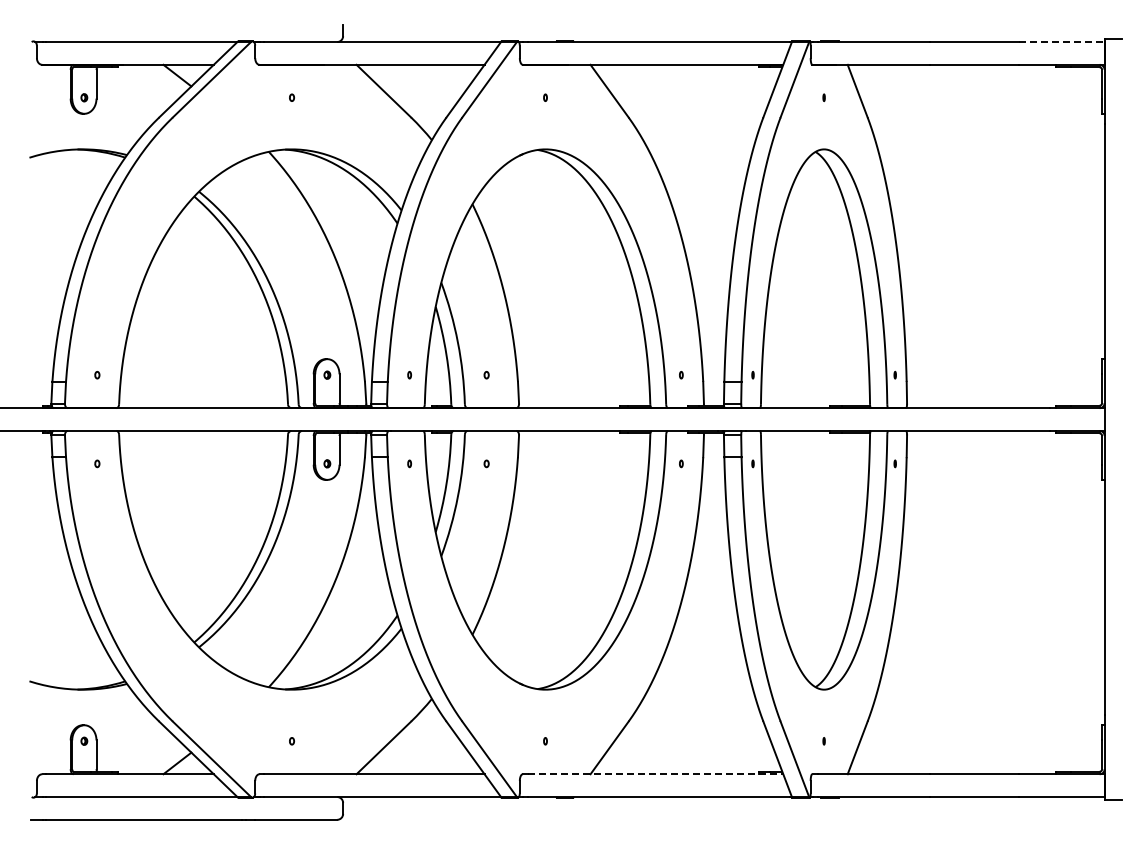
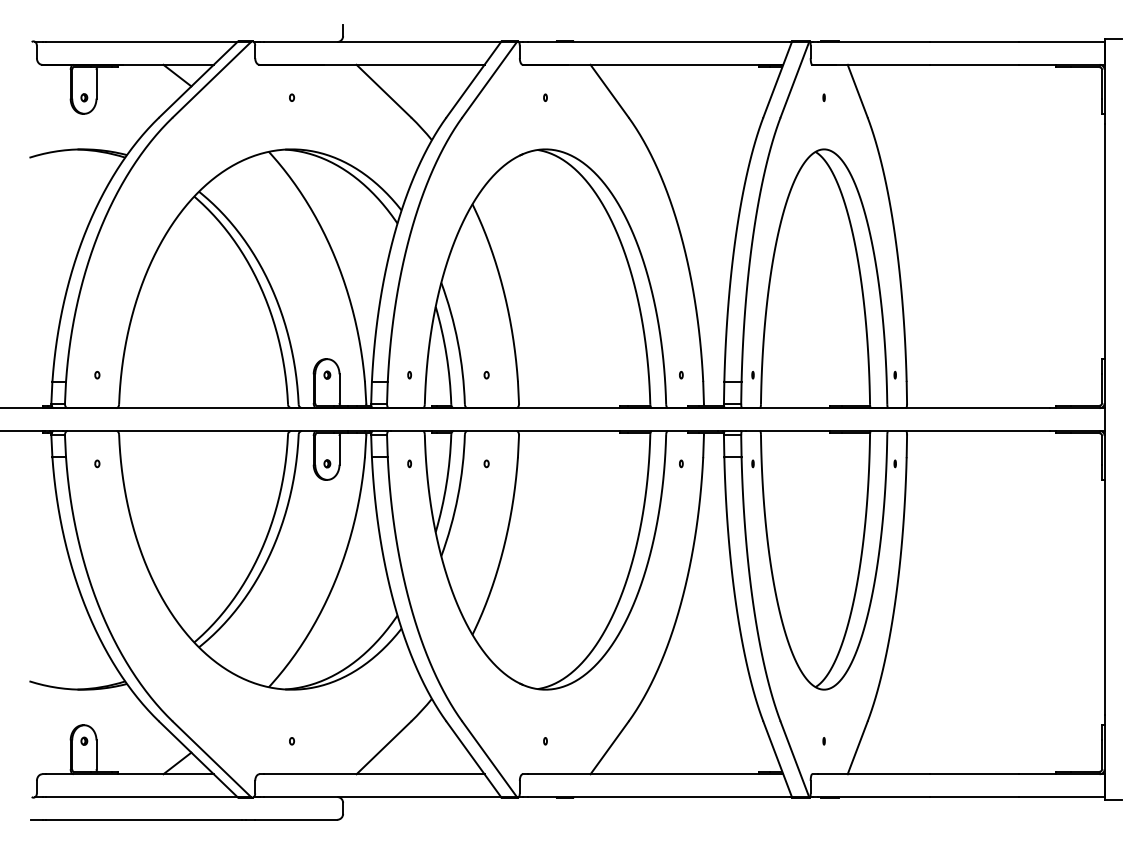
line at (1062, 42): dashed -> solid
line at (655, 774): dashed -> solid
